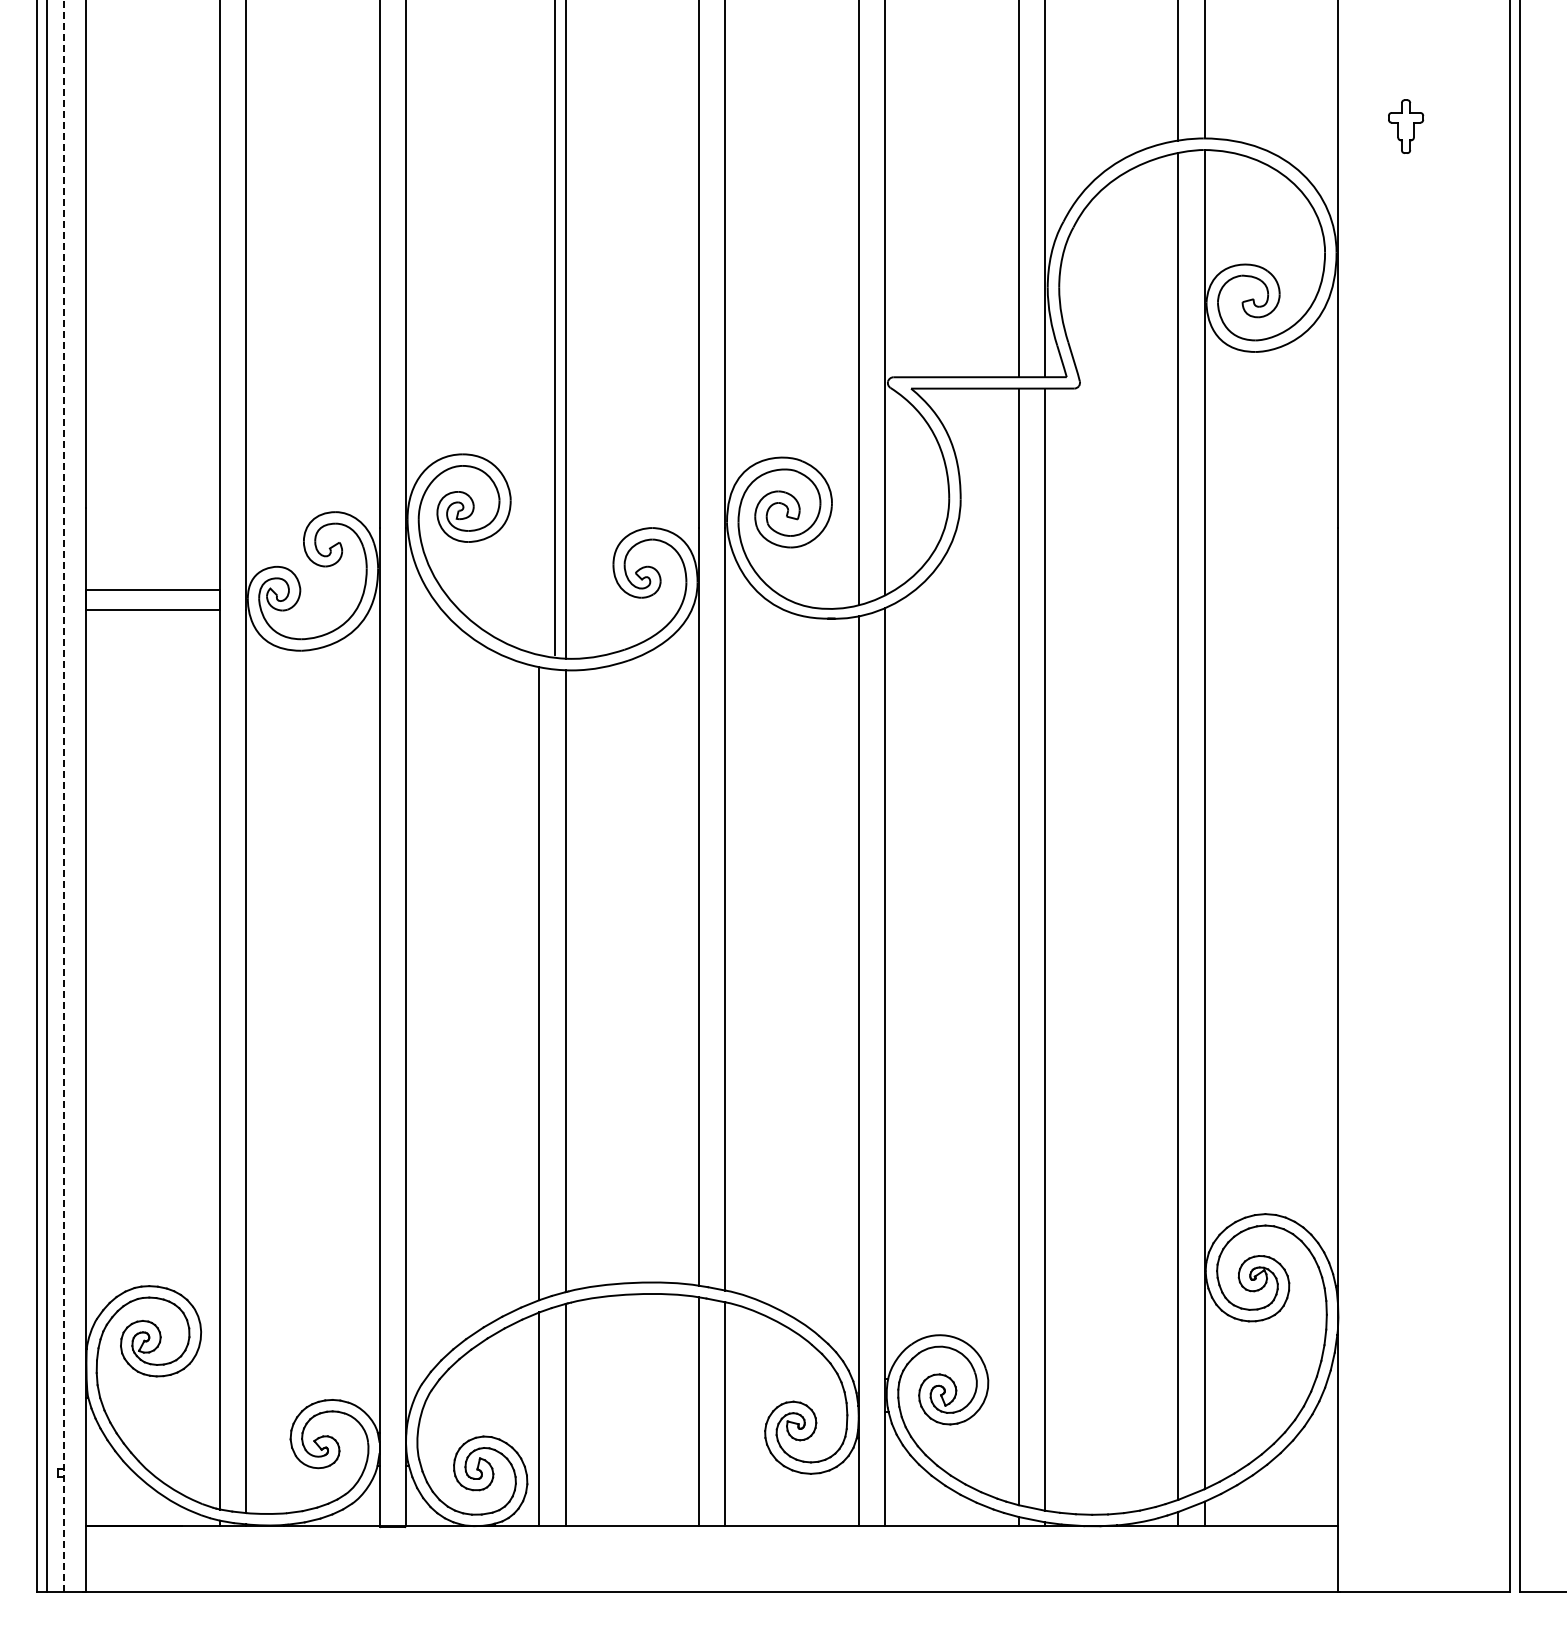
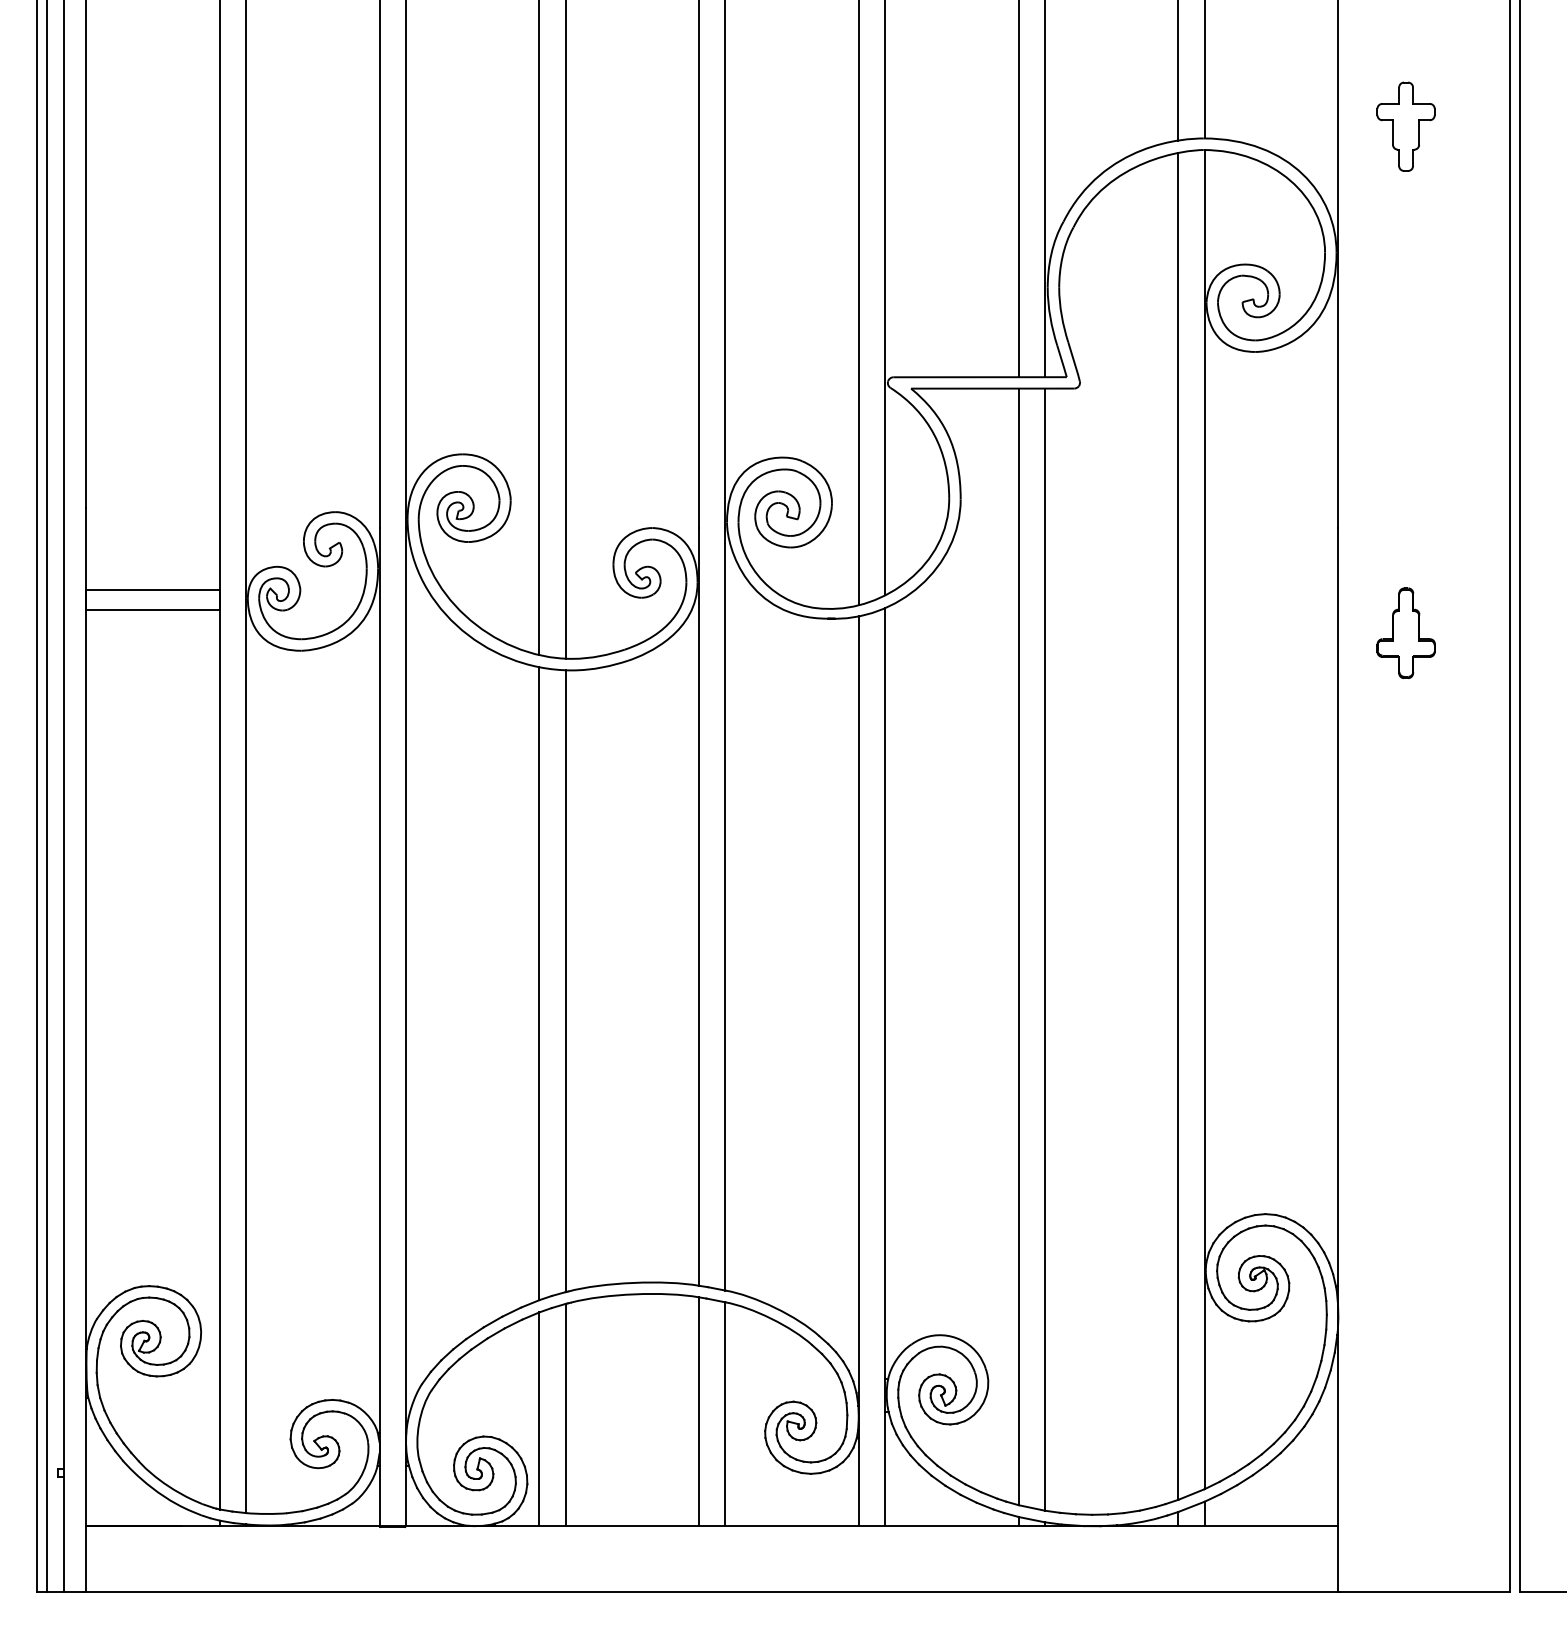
part at (1406, 126) size: 37x55 px -> 60x91 px
line at (555, 328) position: (555, 328) -> (539, 328)
part at (1405, 633): none -> present
line at (63, 795): dashed -> solid
